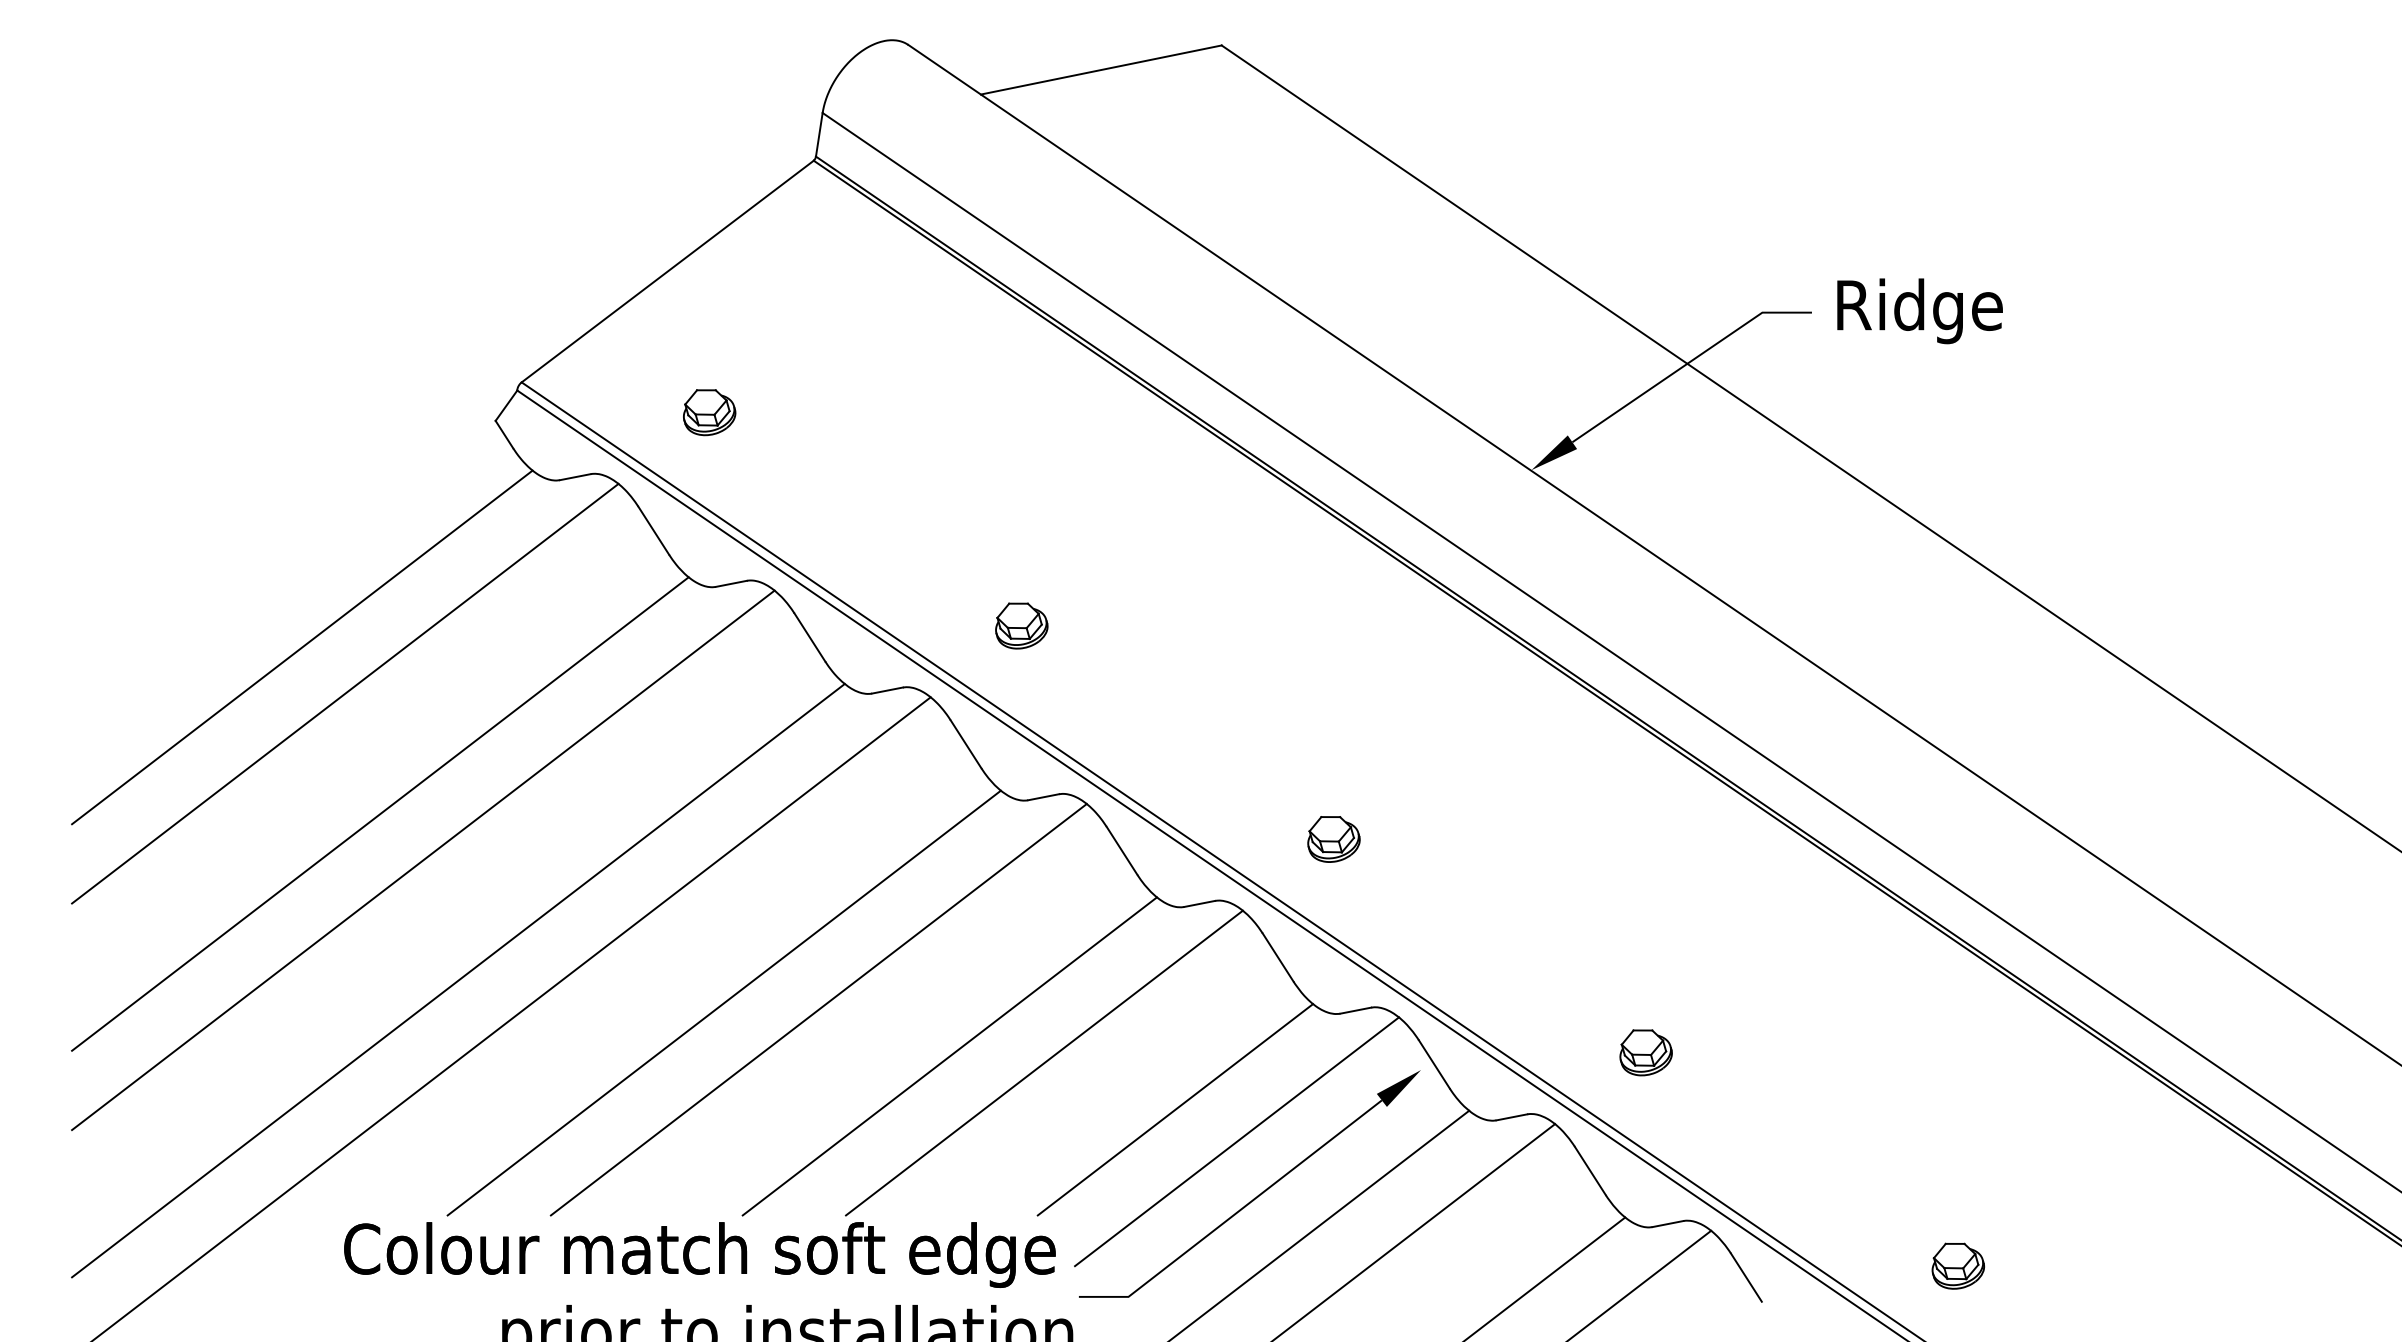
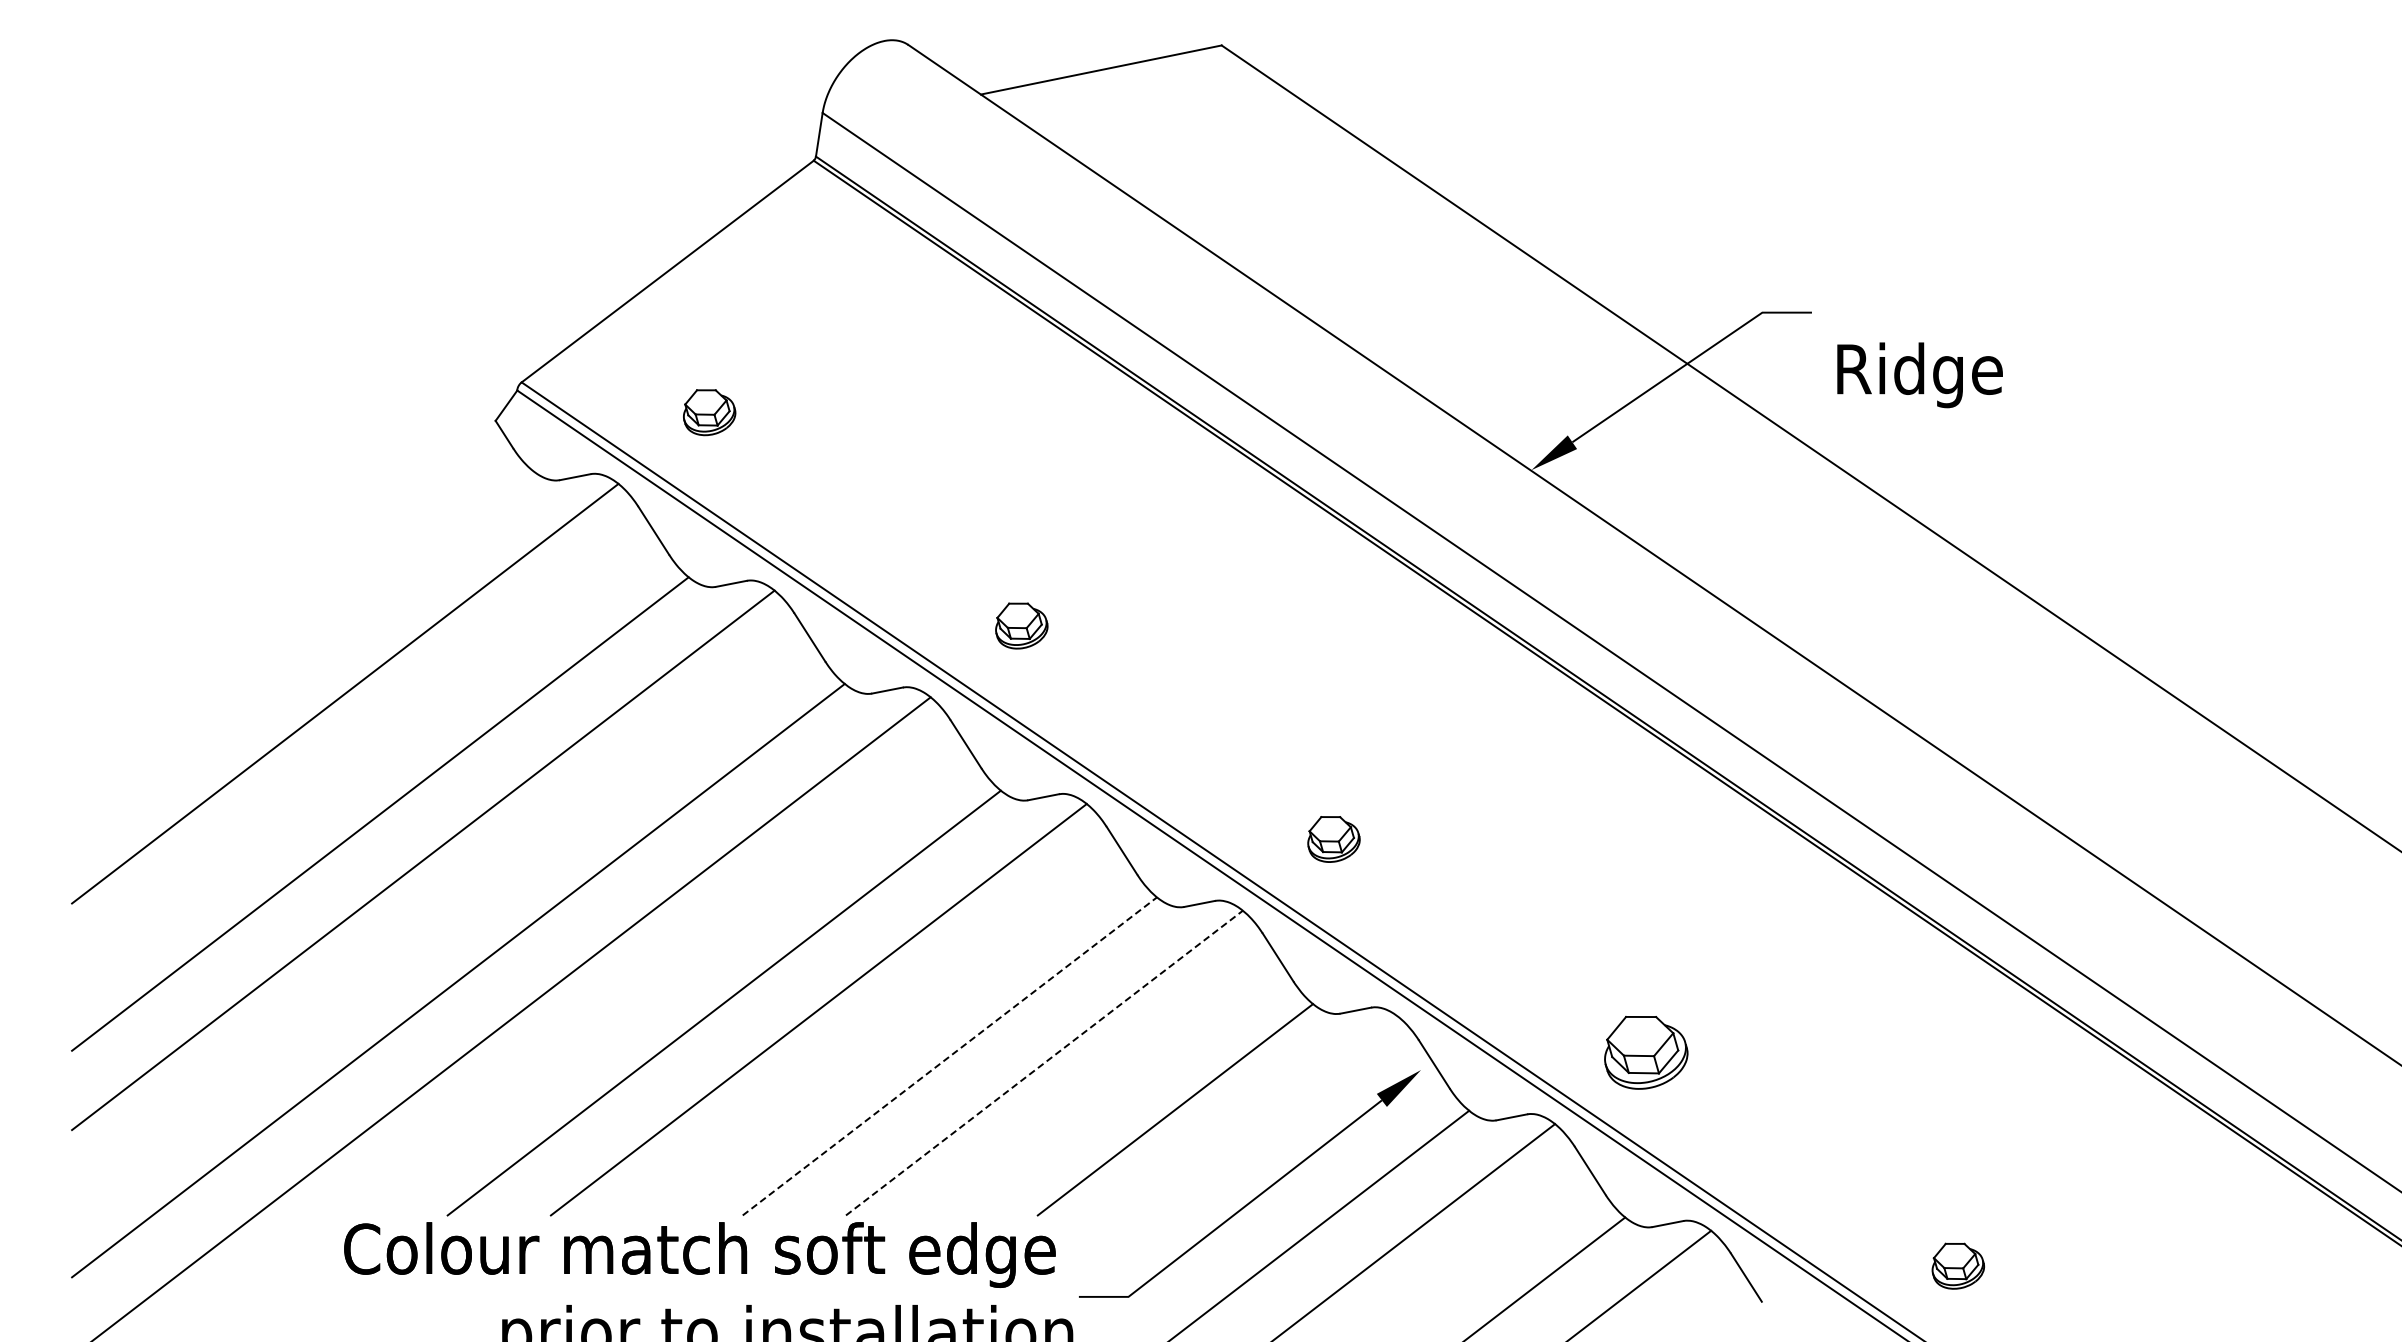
text at (1919, 311) position: (1919, 311) -> (1919, 375)
line at (302, 647): present -> none
part at (1645, 1052) size: 54x48 px -> 85x74 px
line at (950, 1056): solid -> dashed
line at (1044, 1062): solid -> dashed
line at (1237, 1141): present -> none
